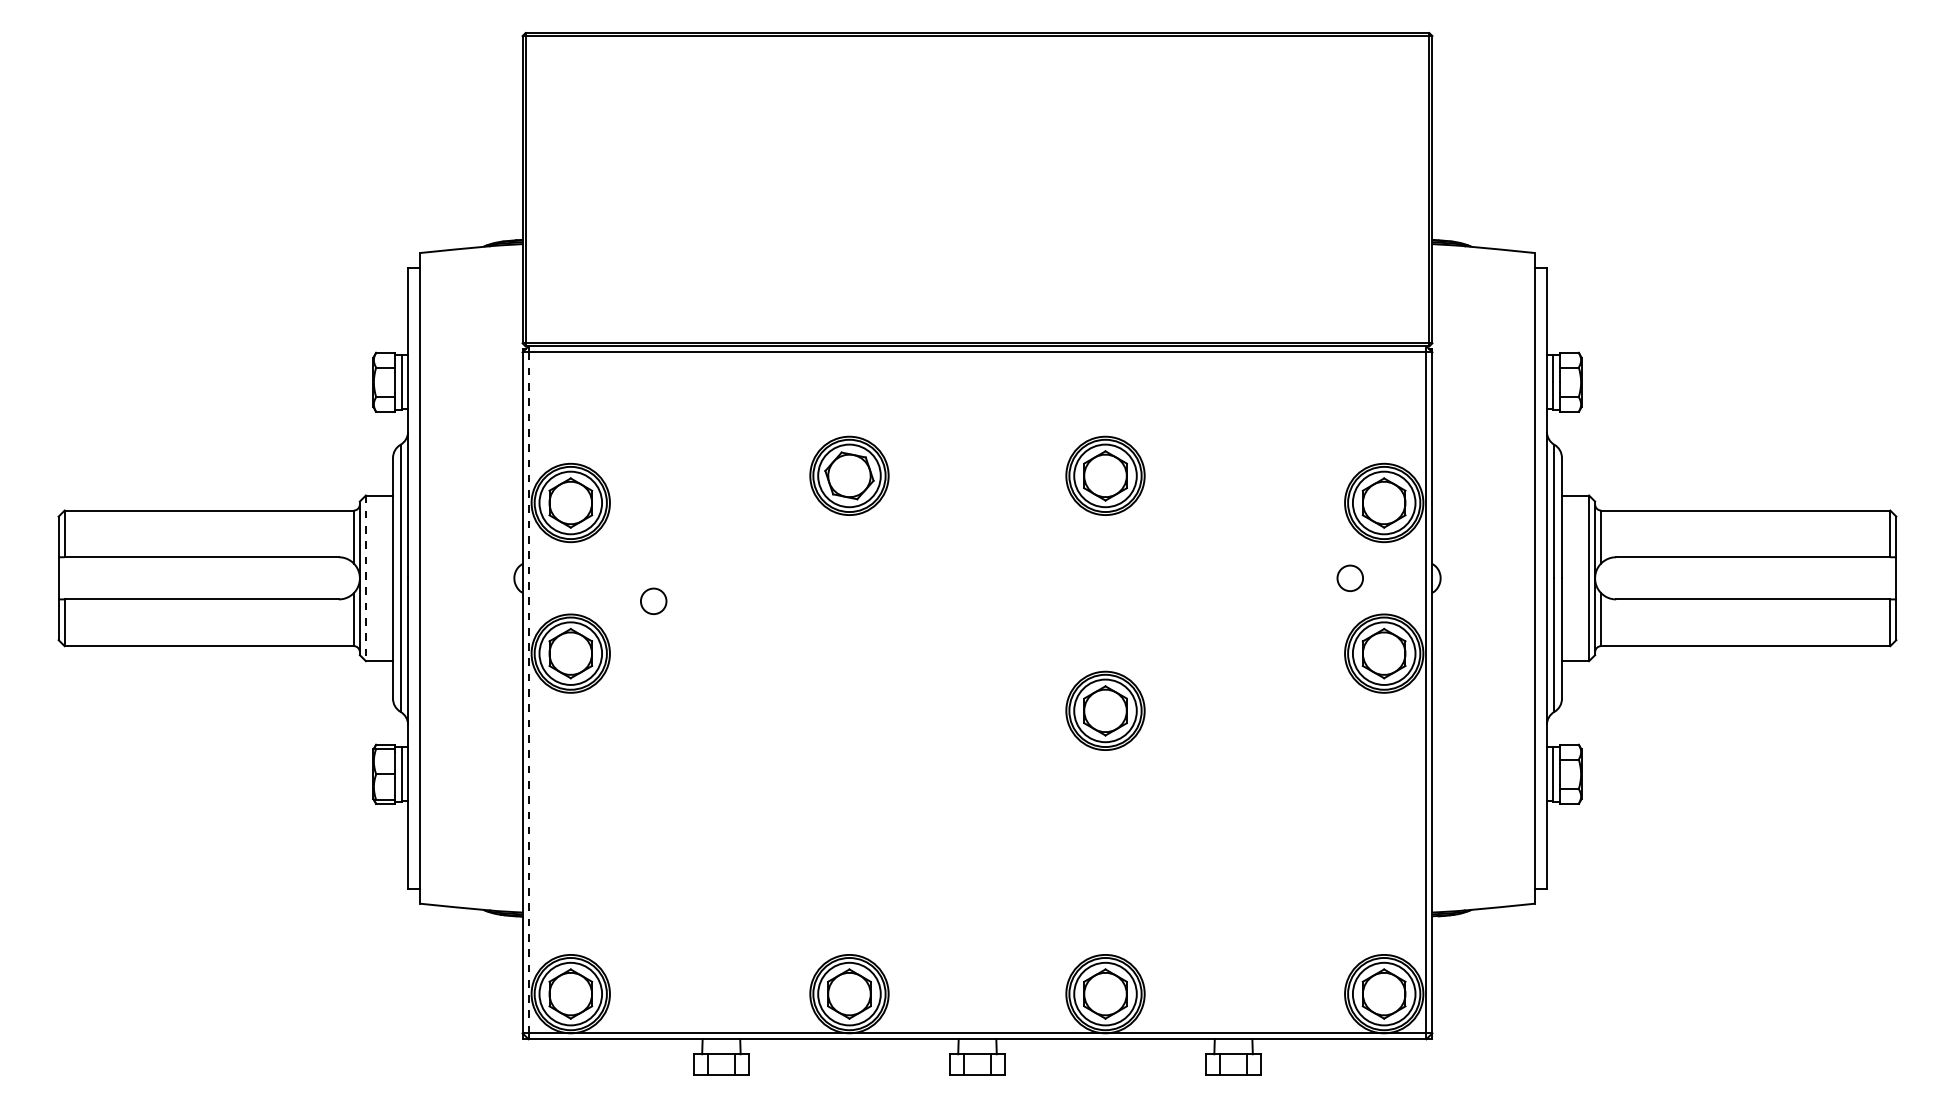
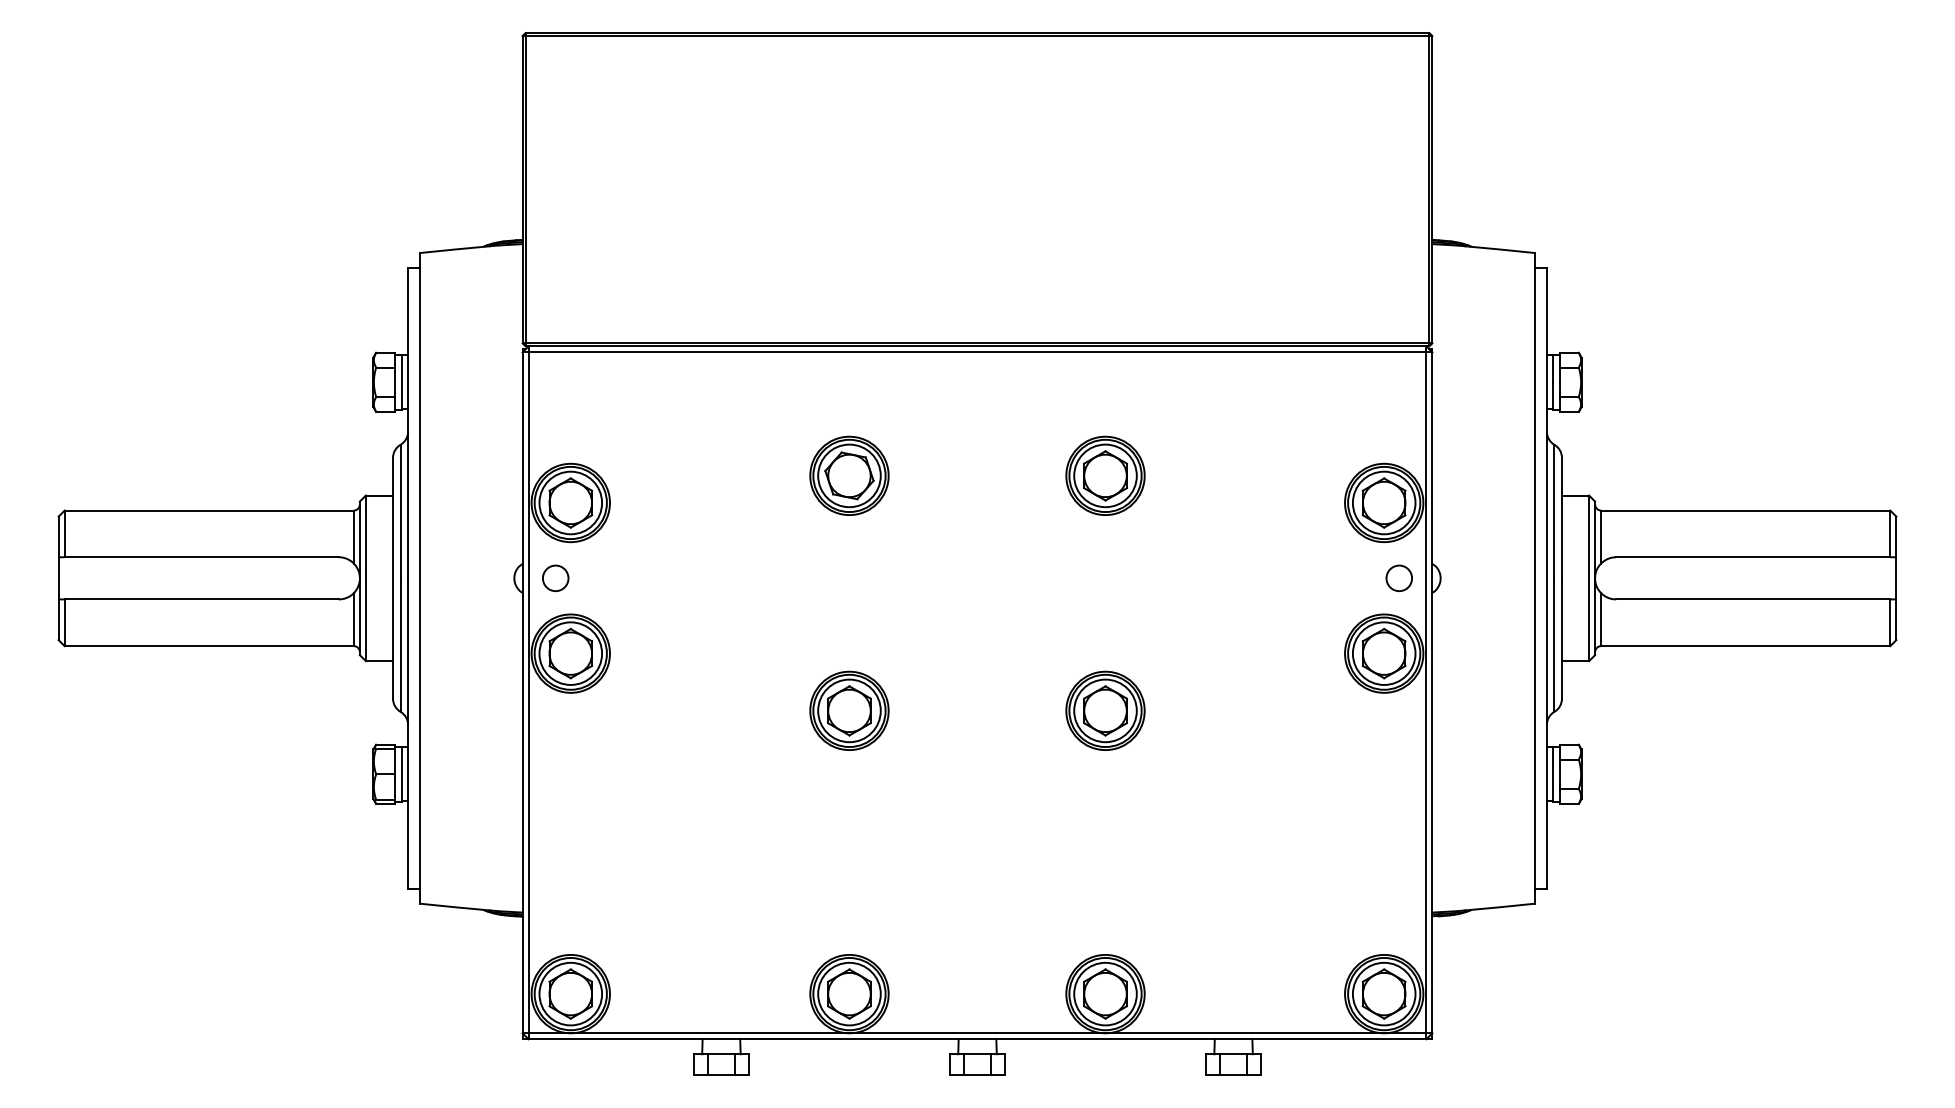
circle at (1349, 577) position: (1349, 577) -> (1398, 577)
line at (365, 578): dashed -> solid
circle at (653, 600) position: (653, 600) -> (555, 577)
line at (528, 693): dashed -> solid
part at (849, 710): none -> present
